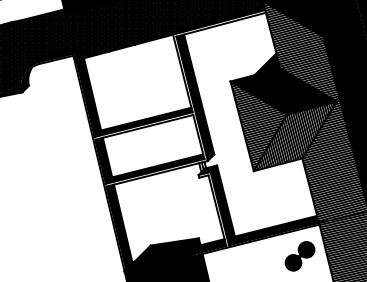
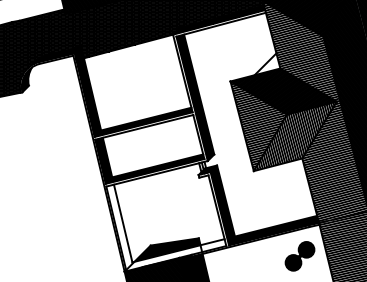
fill at (267, 64): present -> none
fill at (166, 227): present -> none
